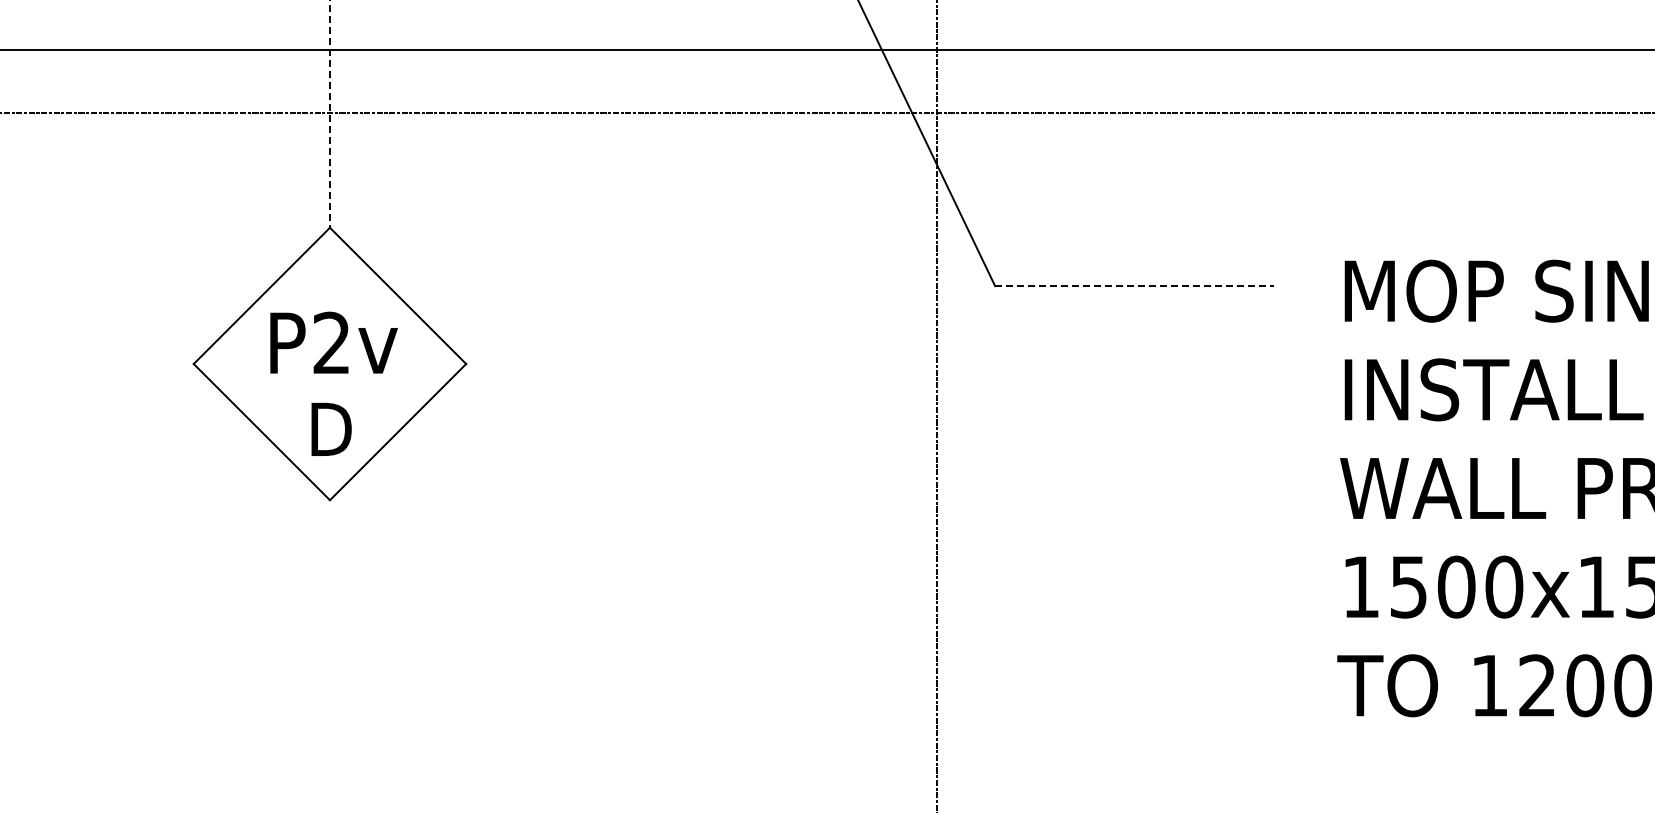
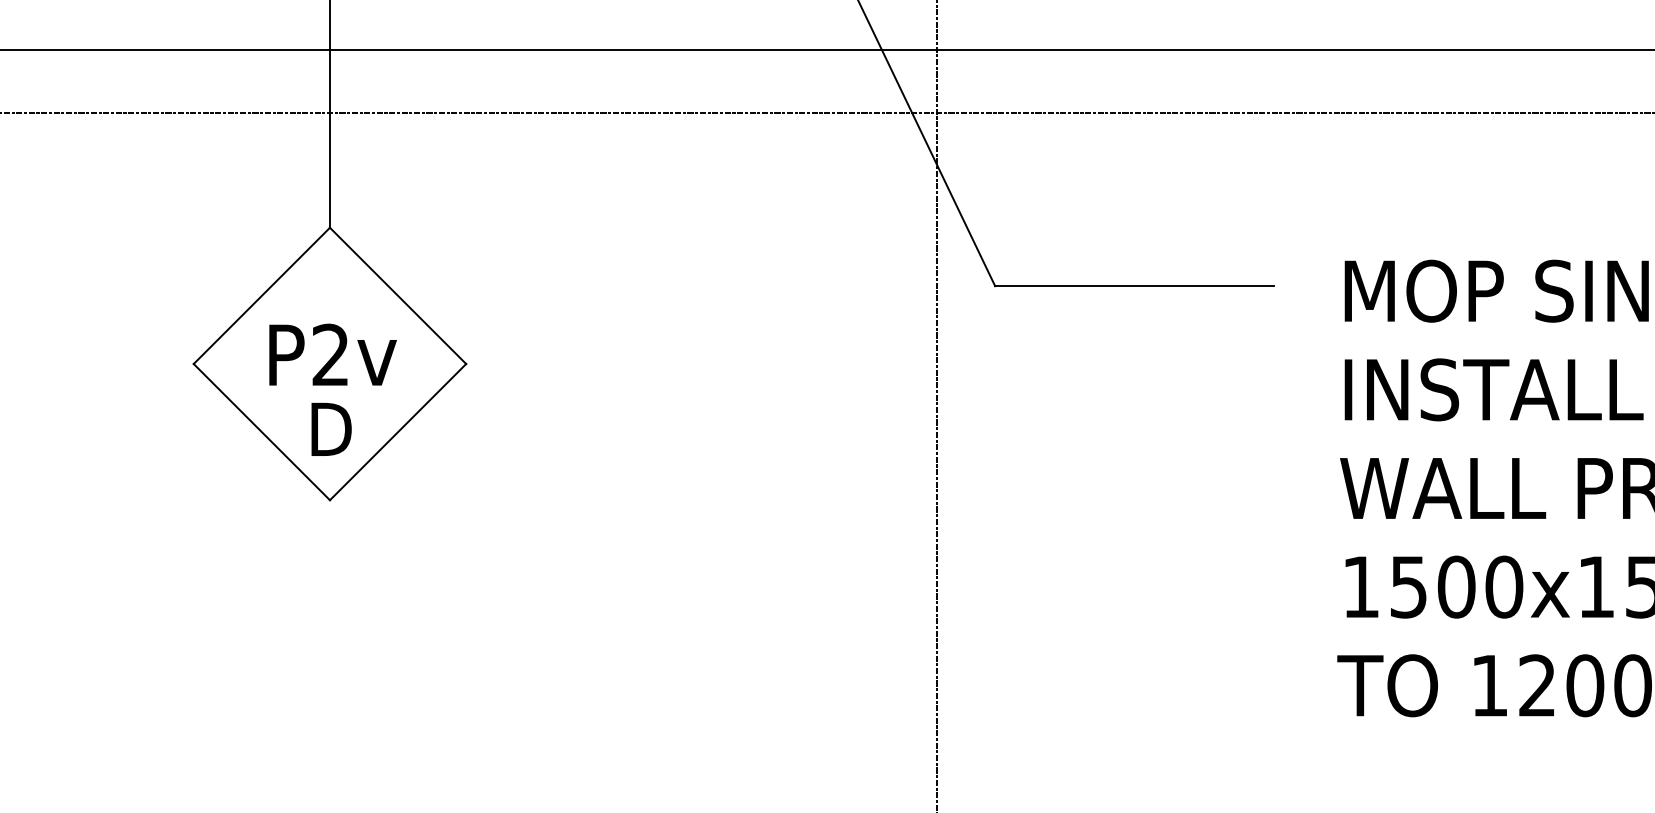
line at (329, 114): dashed -> solid
line at (1134, 286): dashed -> solid
text at (333, 342) position: (333, 342) -> (332, 354)
